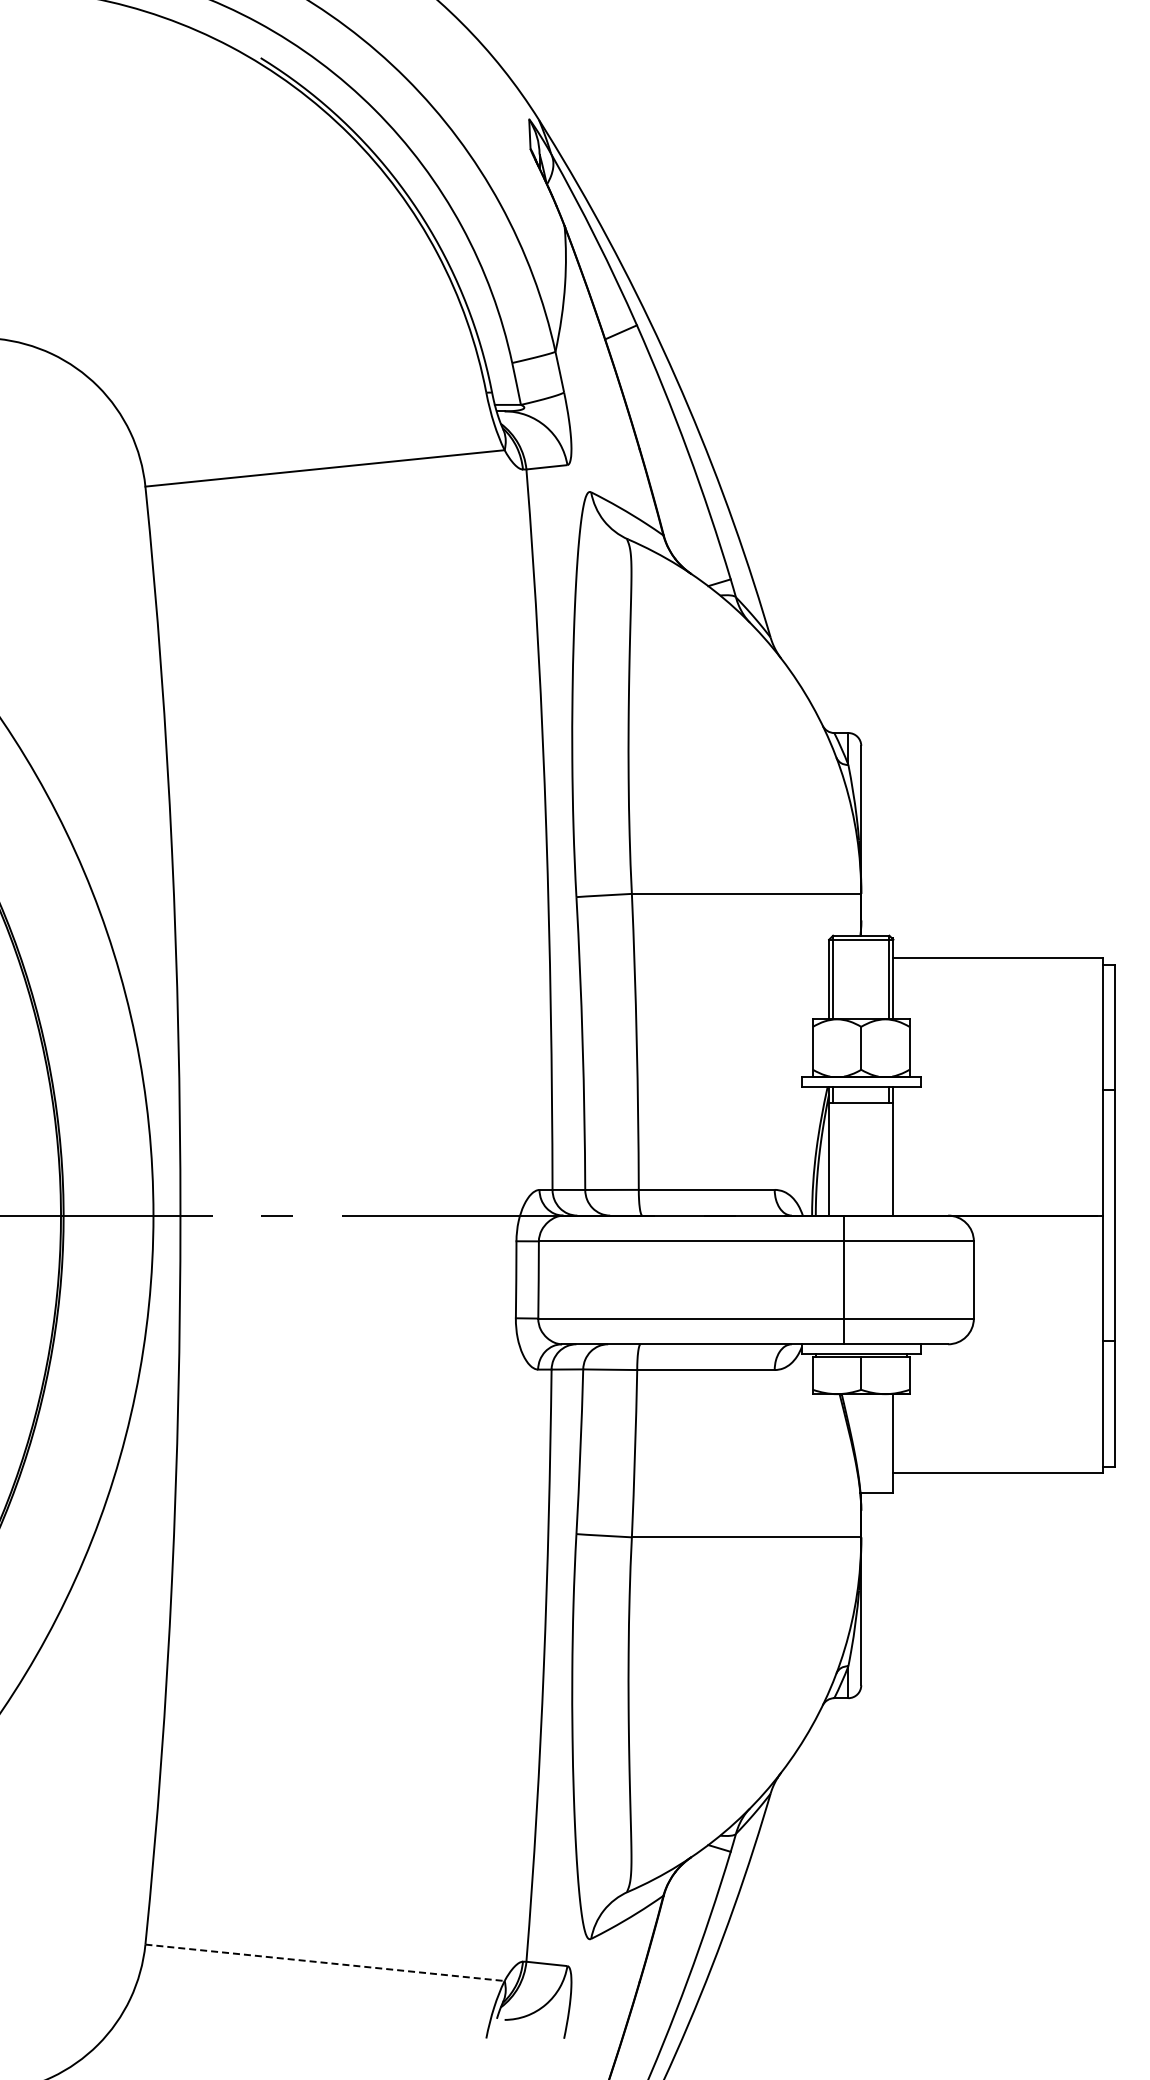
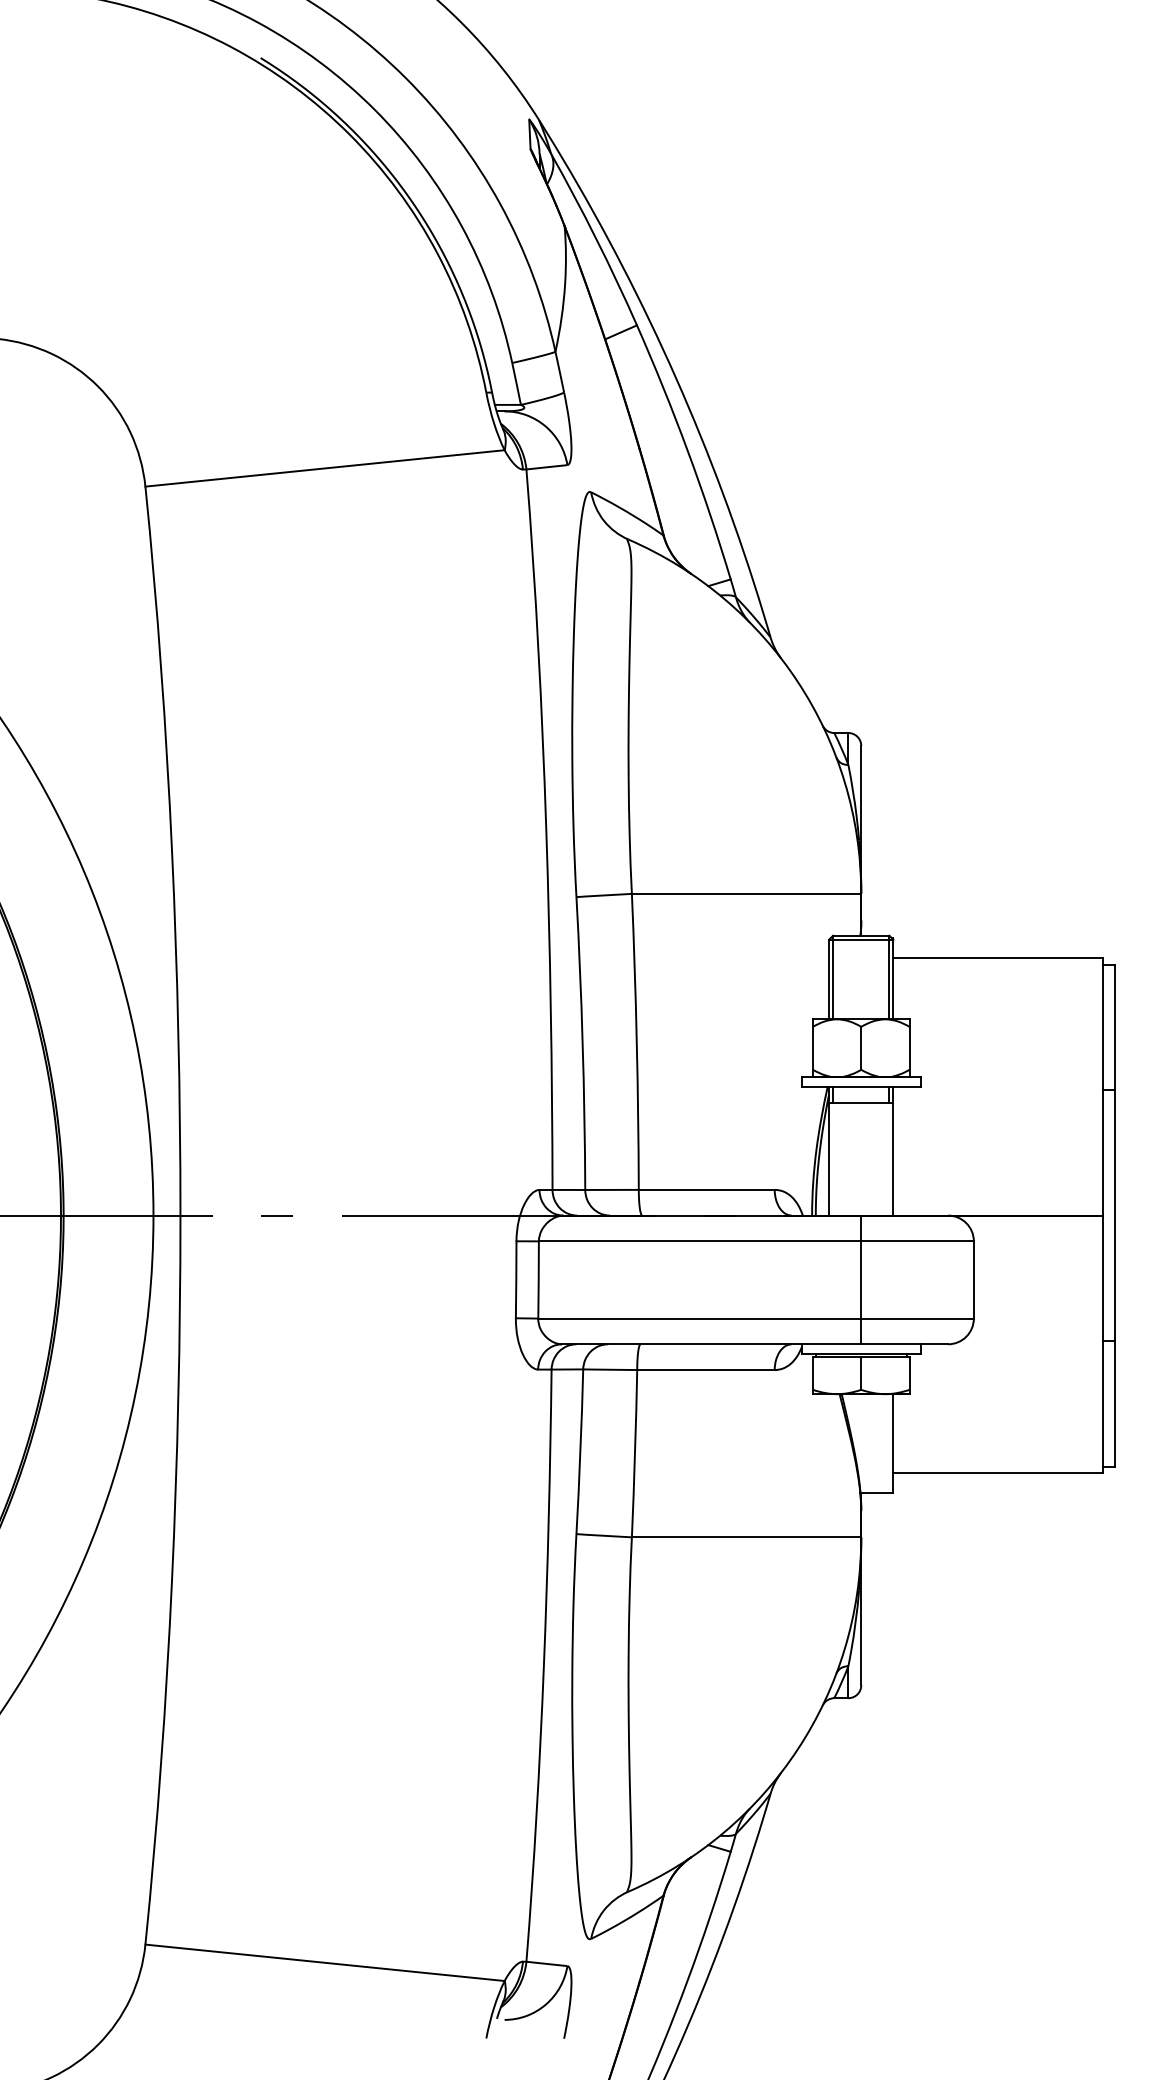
line at (844, 1279) position: (844, 1279) -> (861, 1279)
line at (325, 1962): dashed -> solid
